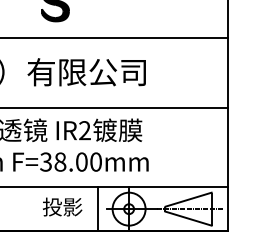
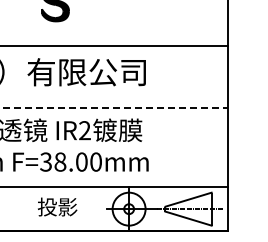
line at (114, 37) position: (114, 37) -> (114, 45)
line at (113, 108): solid -> dashed
text at (62, 206) position: (62, 206) -> (57, 206)
line at (98, 209): present -> none
